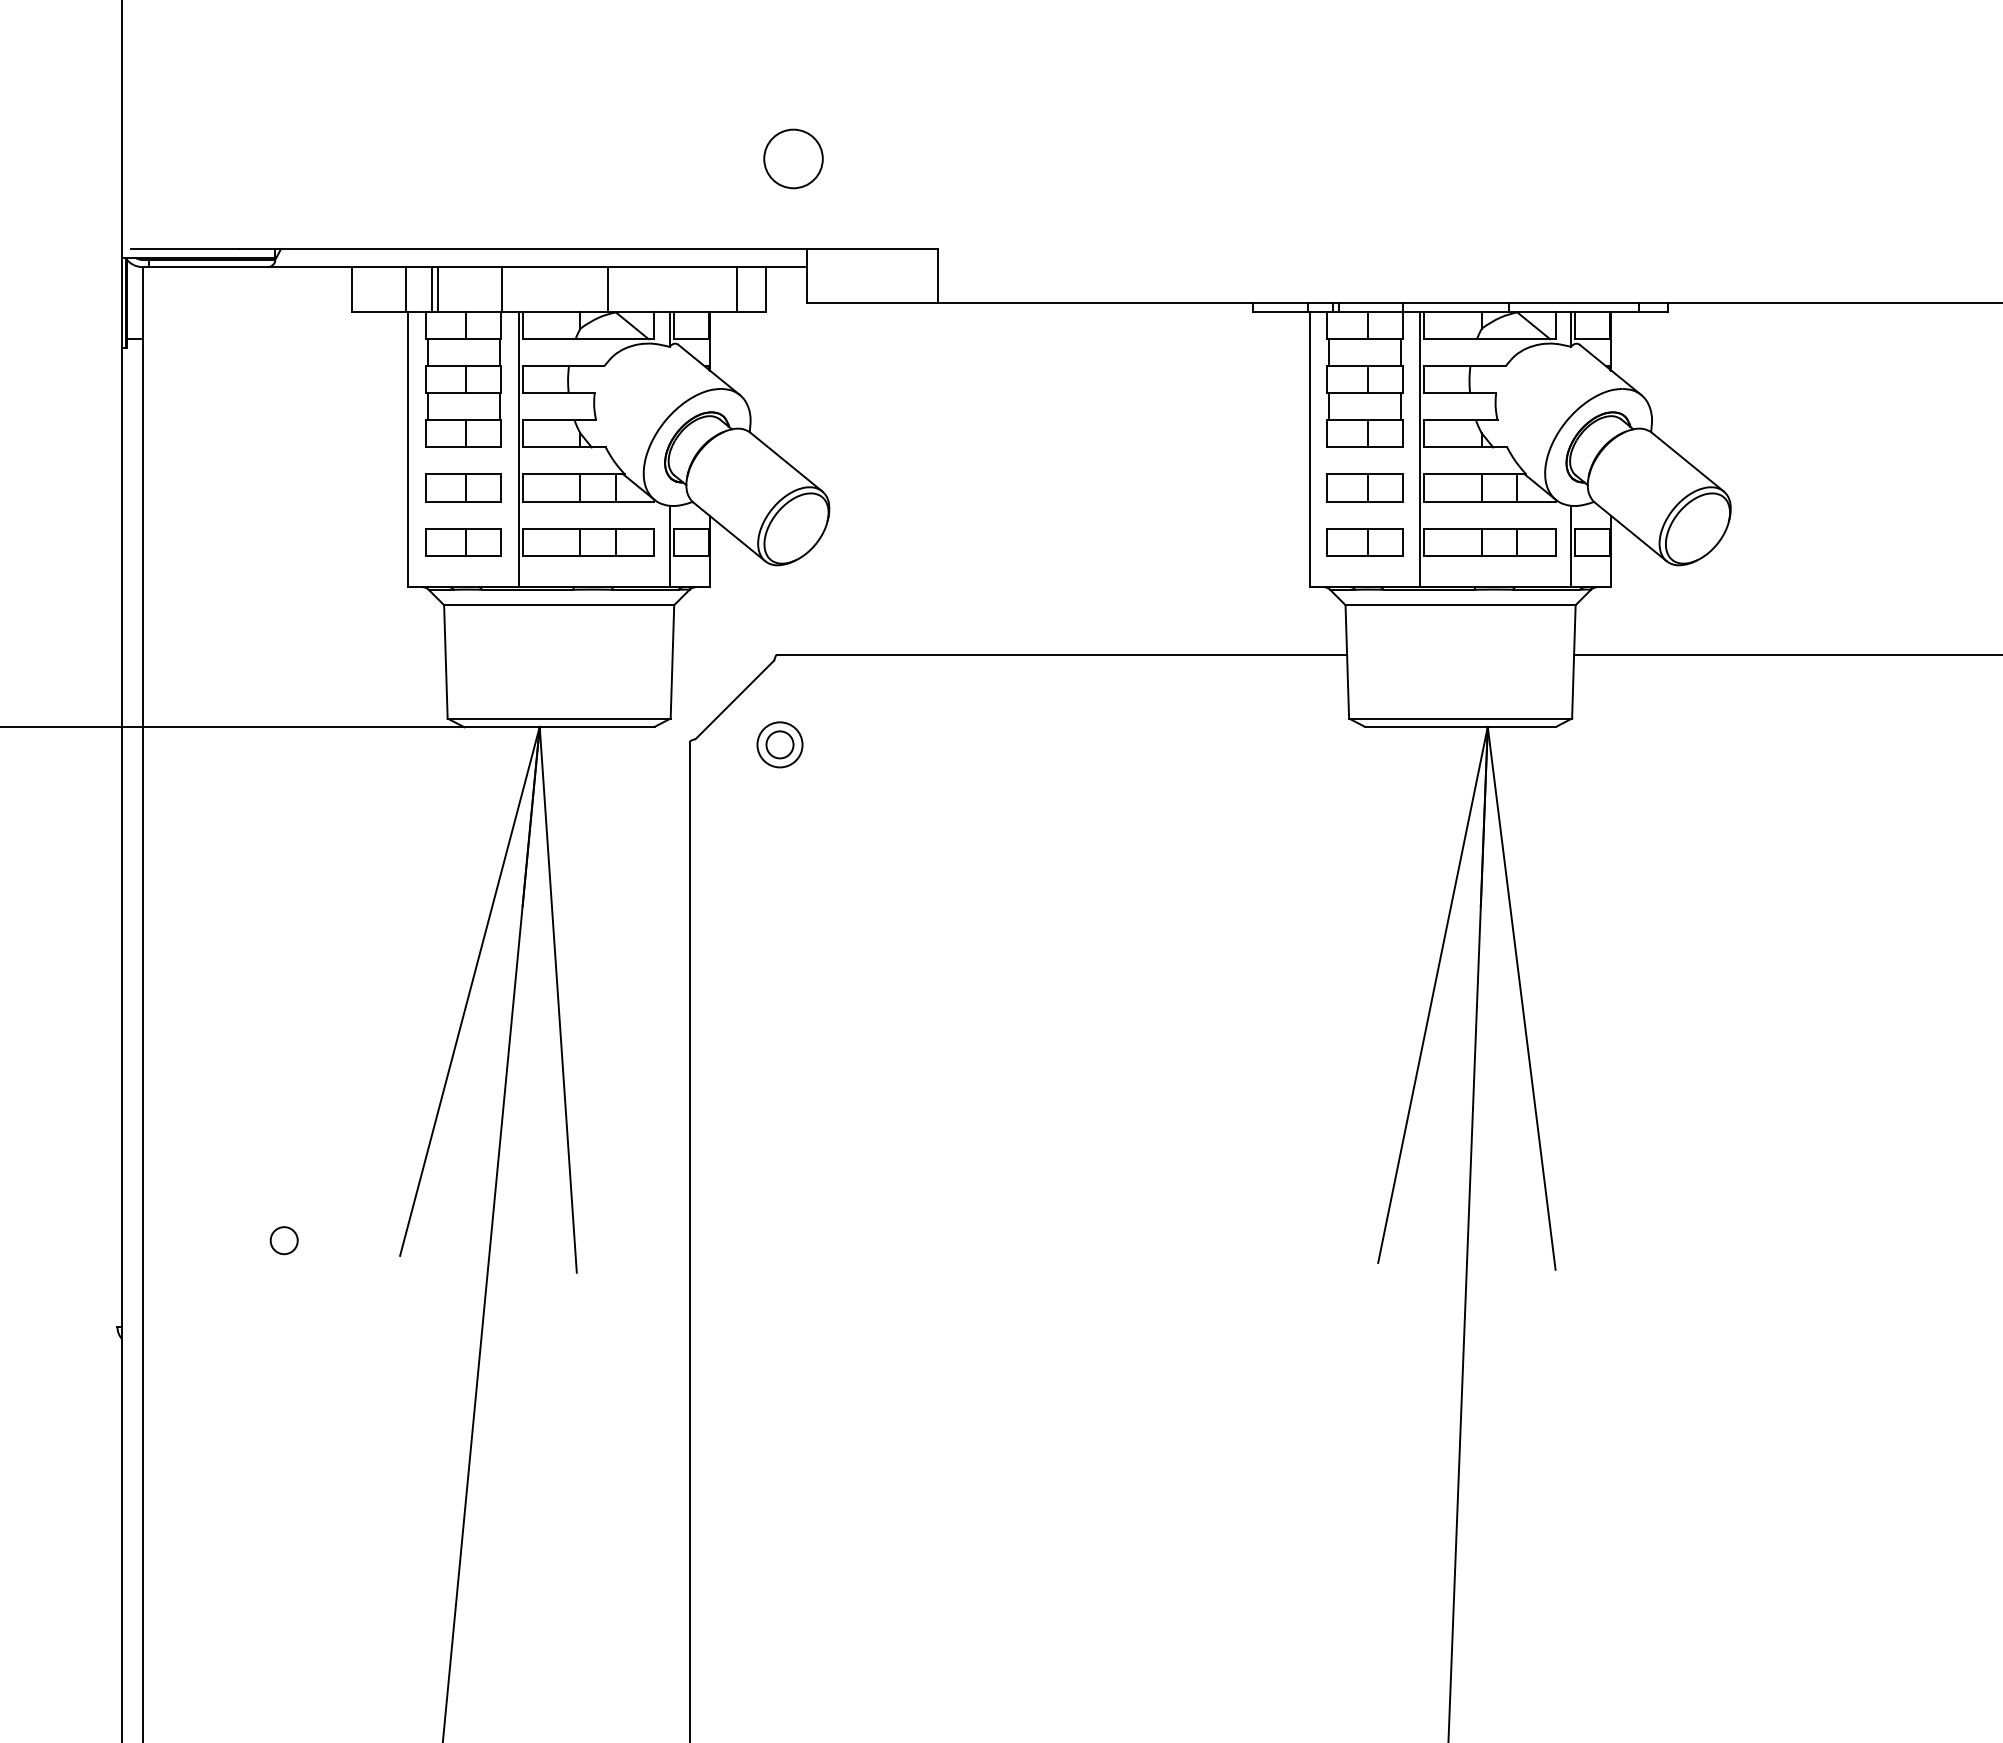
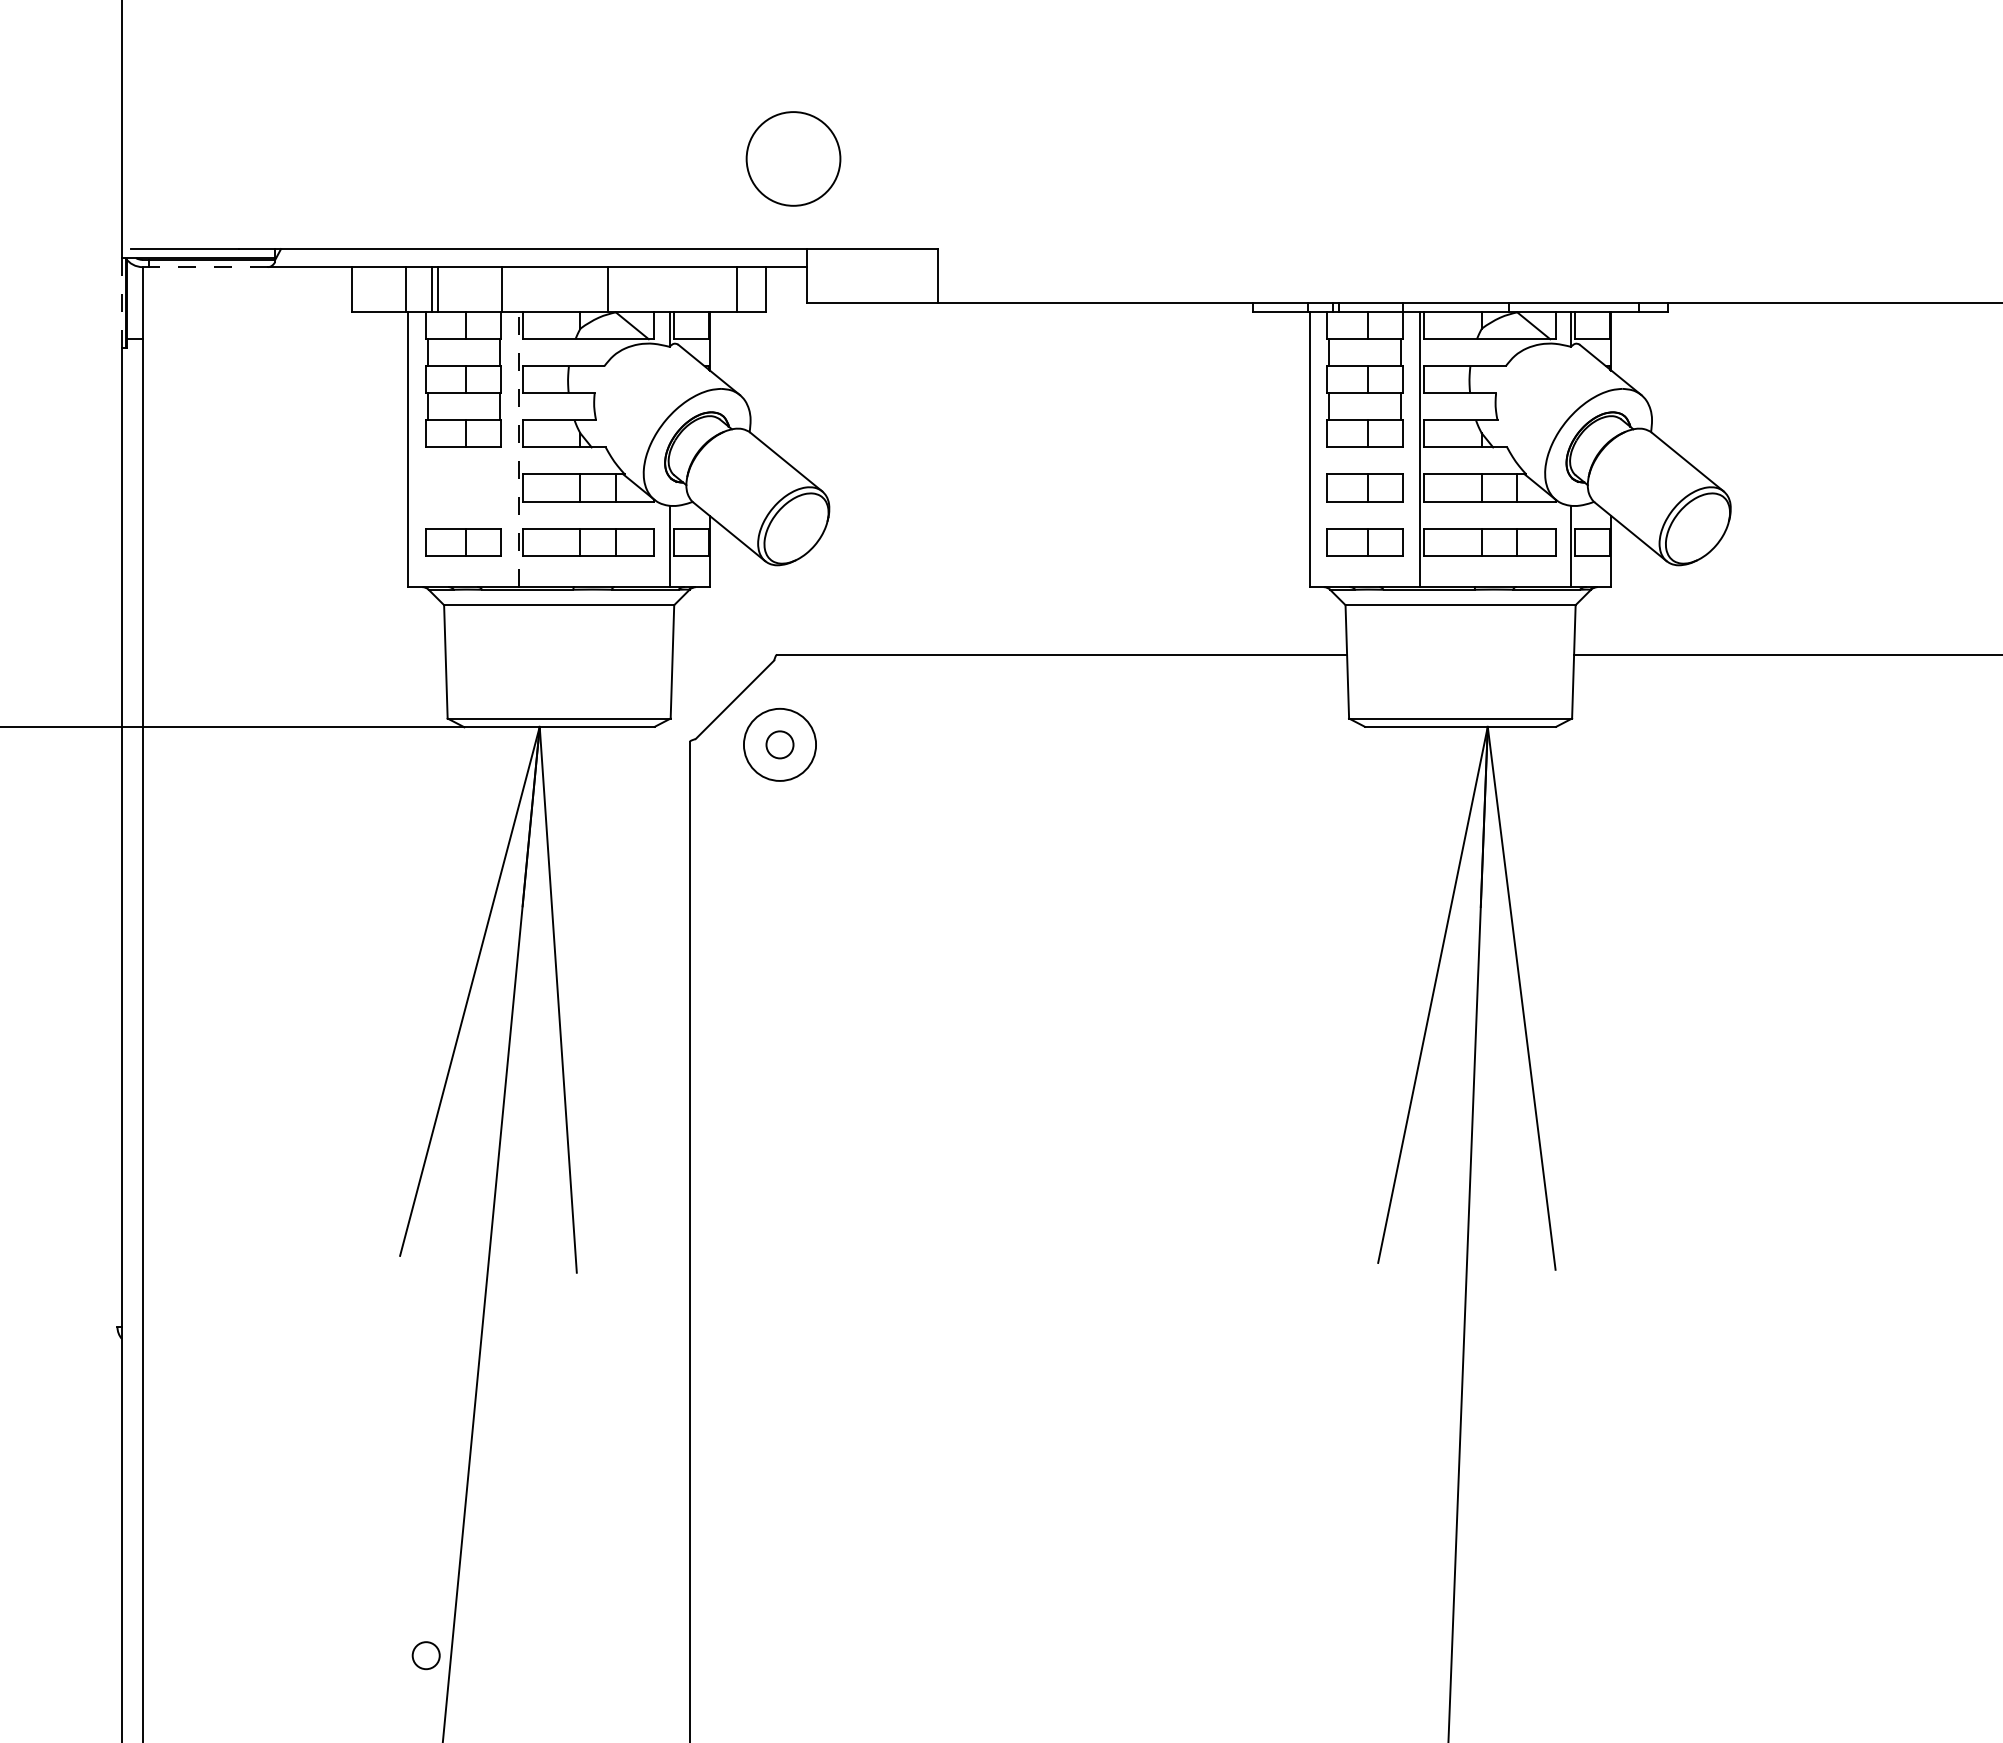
circle at (793, 158) diameter: 59 px -> 94 px
line at (208, 267): solid -> dashed
line at (121, 302): solid -> dashed
line at (518, 449): solid -> dashed
part at (463, 487): present -> none
circle at (779, 744) diameter: 45 px -> 72 px
circle at (283, 1240) position: (283, 1240) -> (425, 1655)
